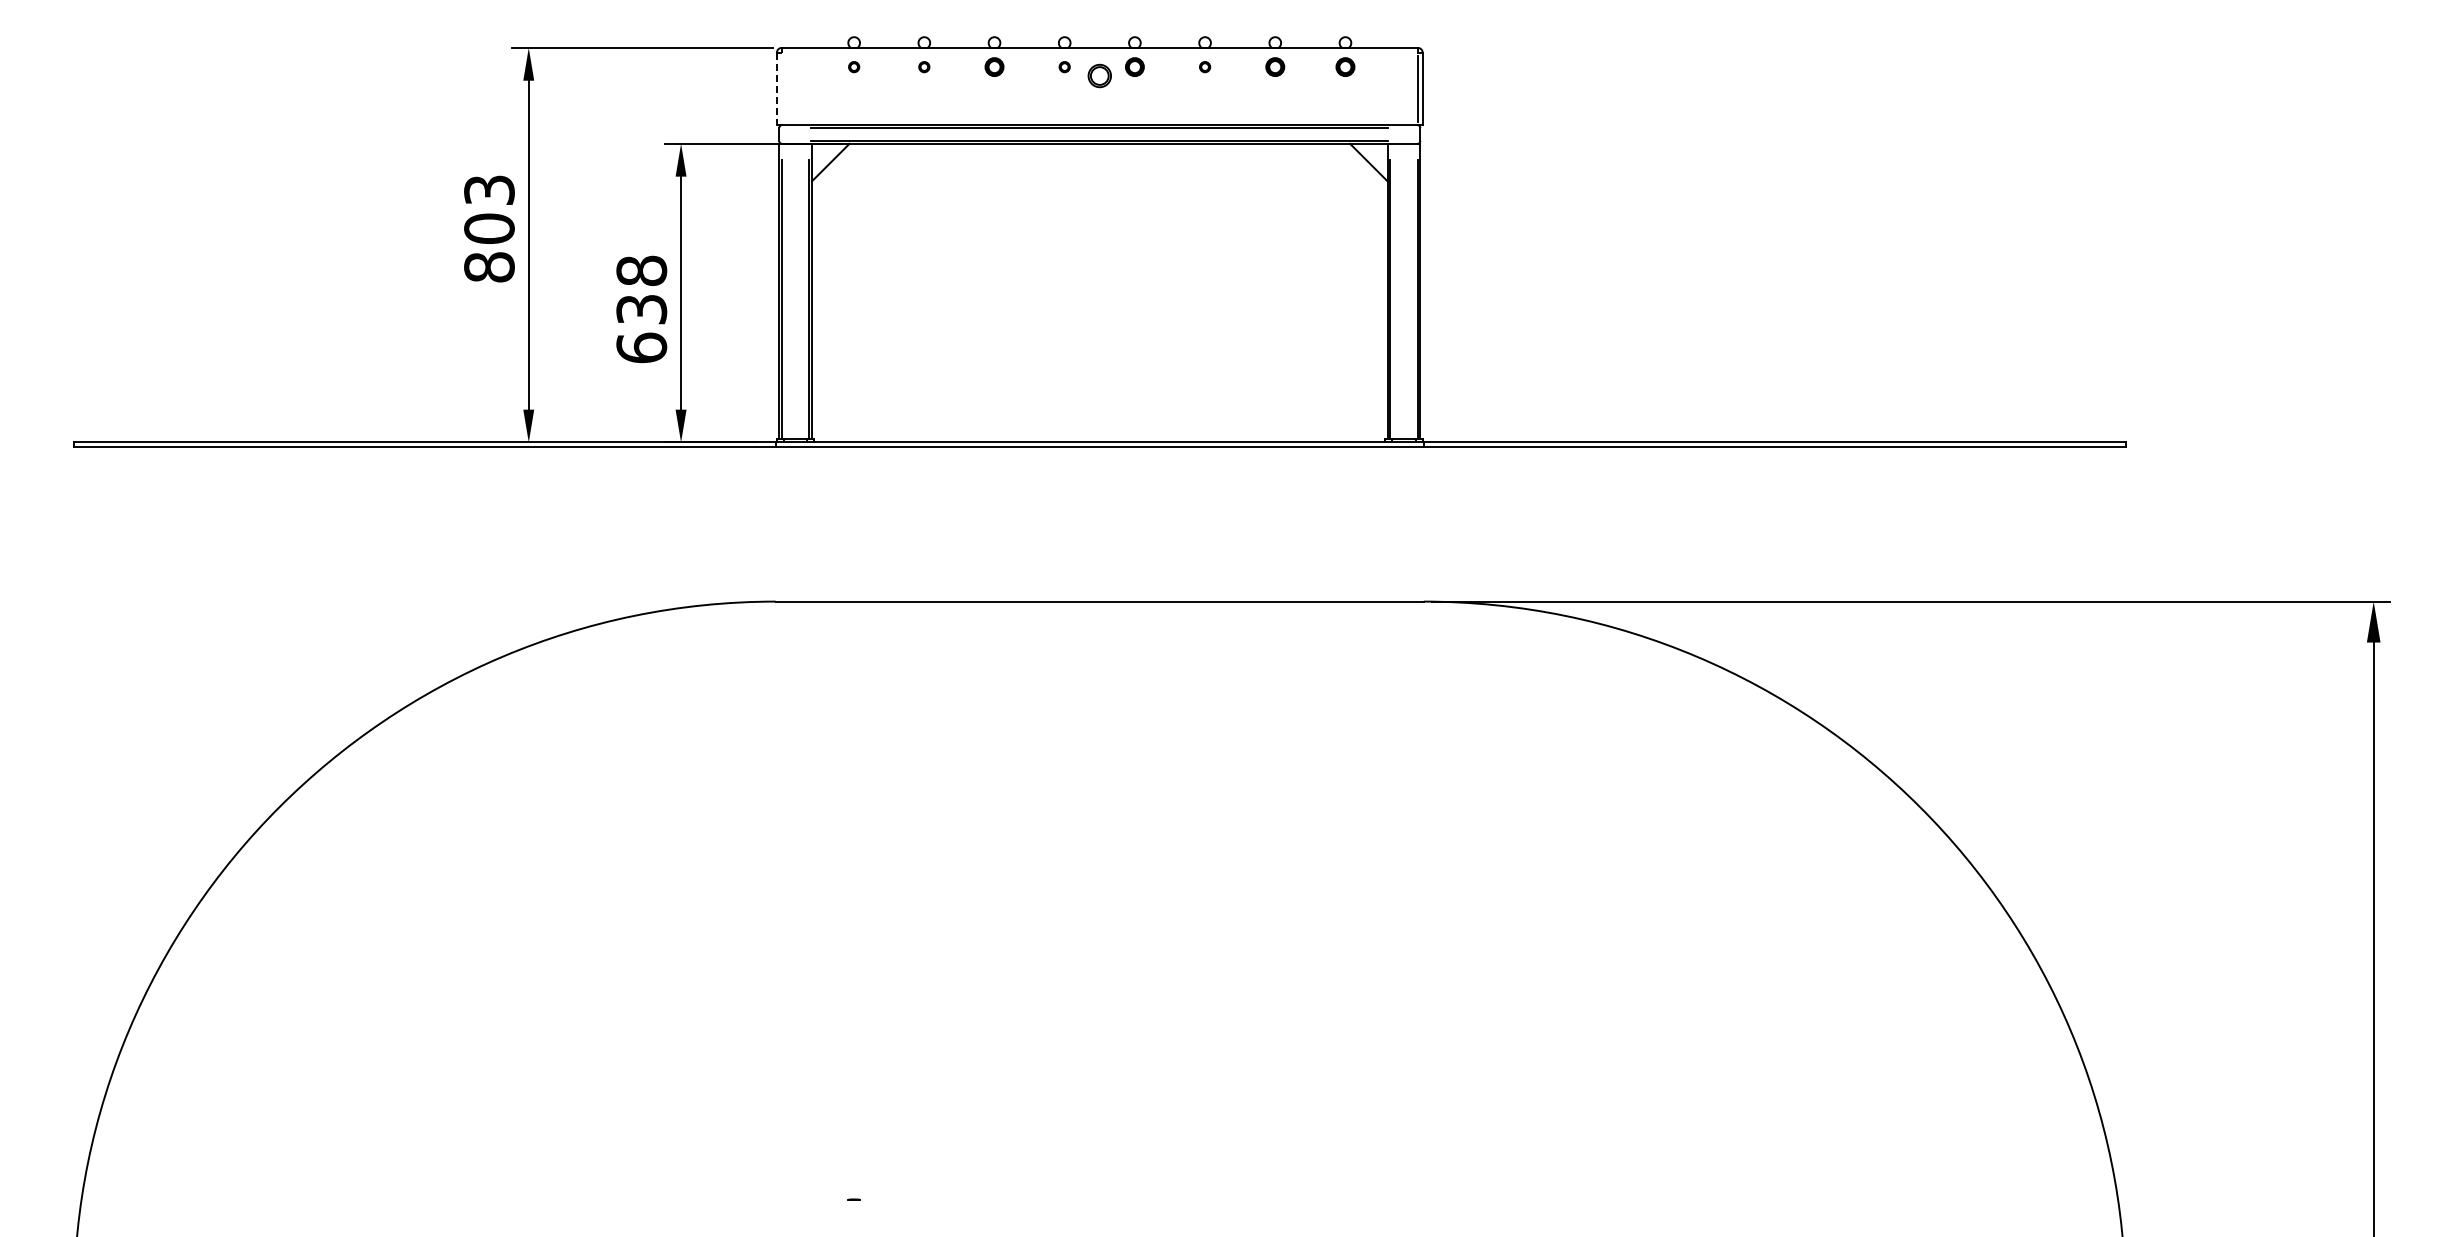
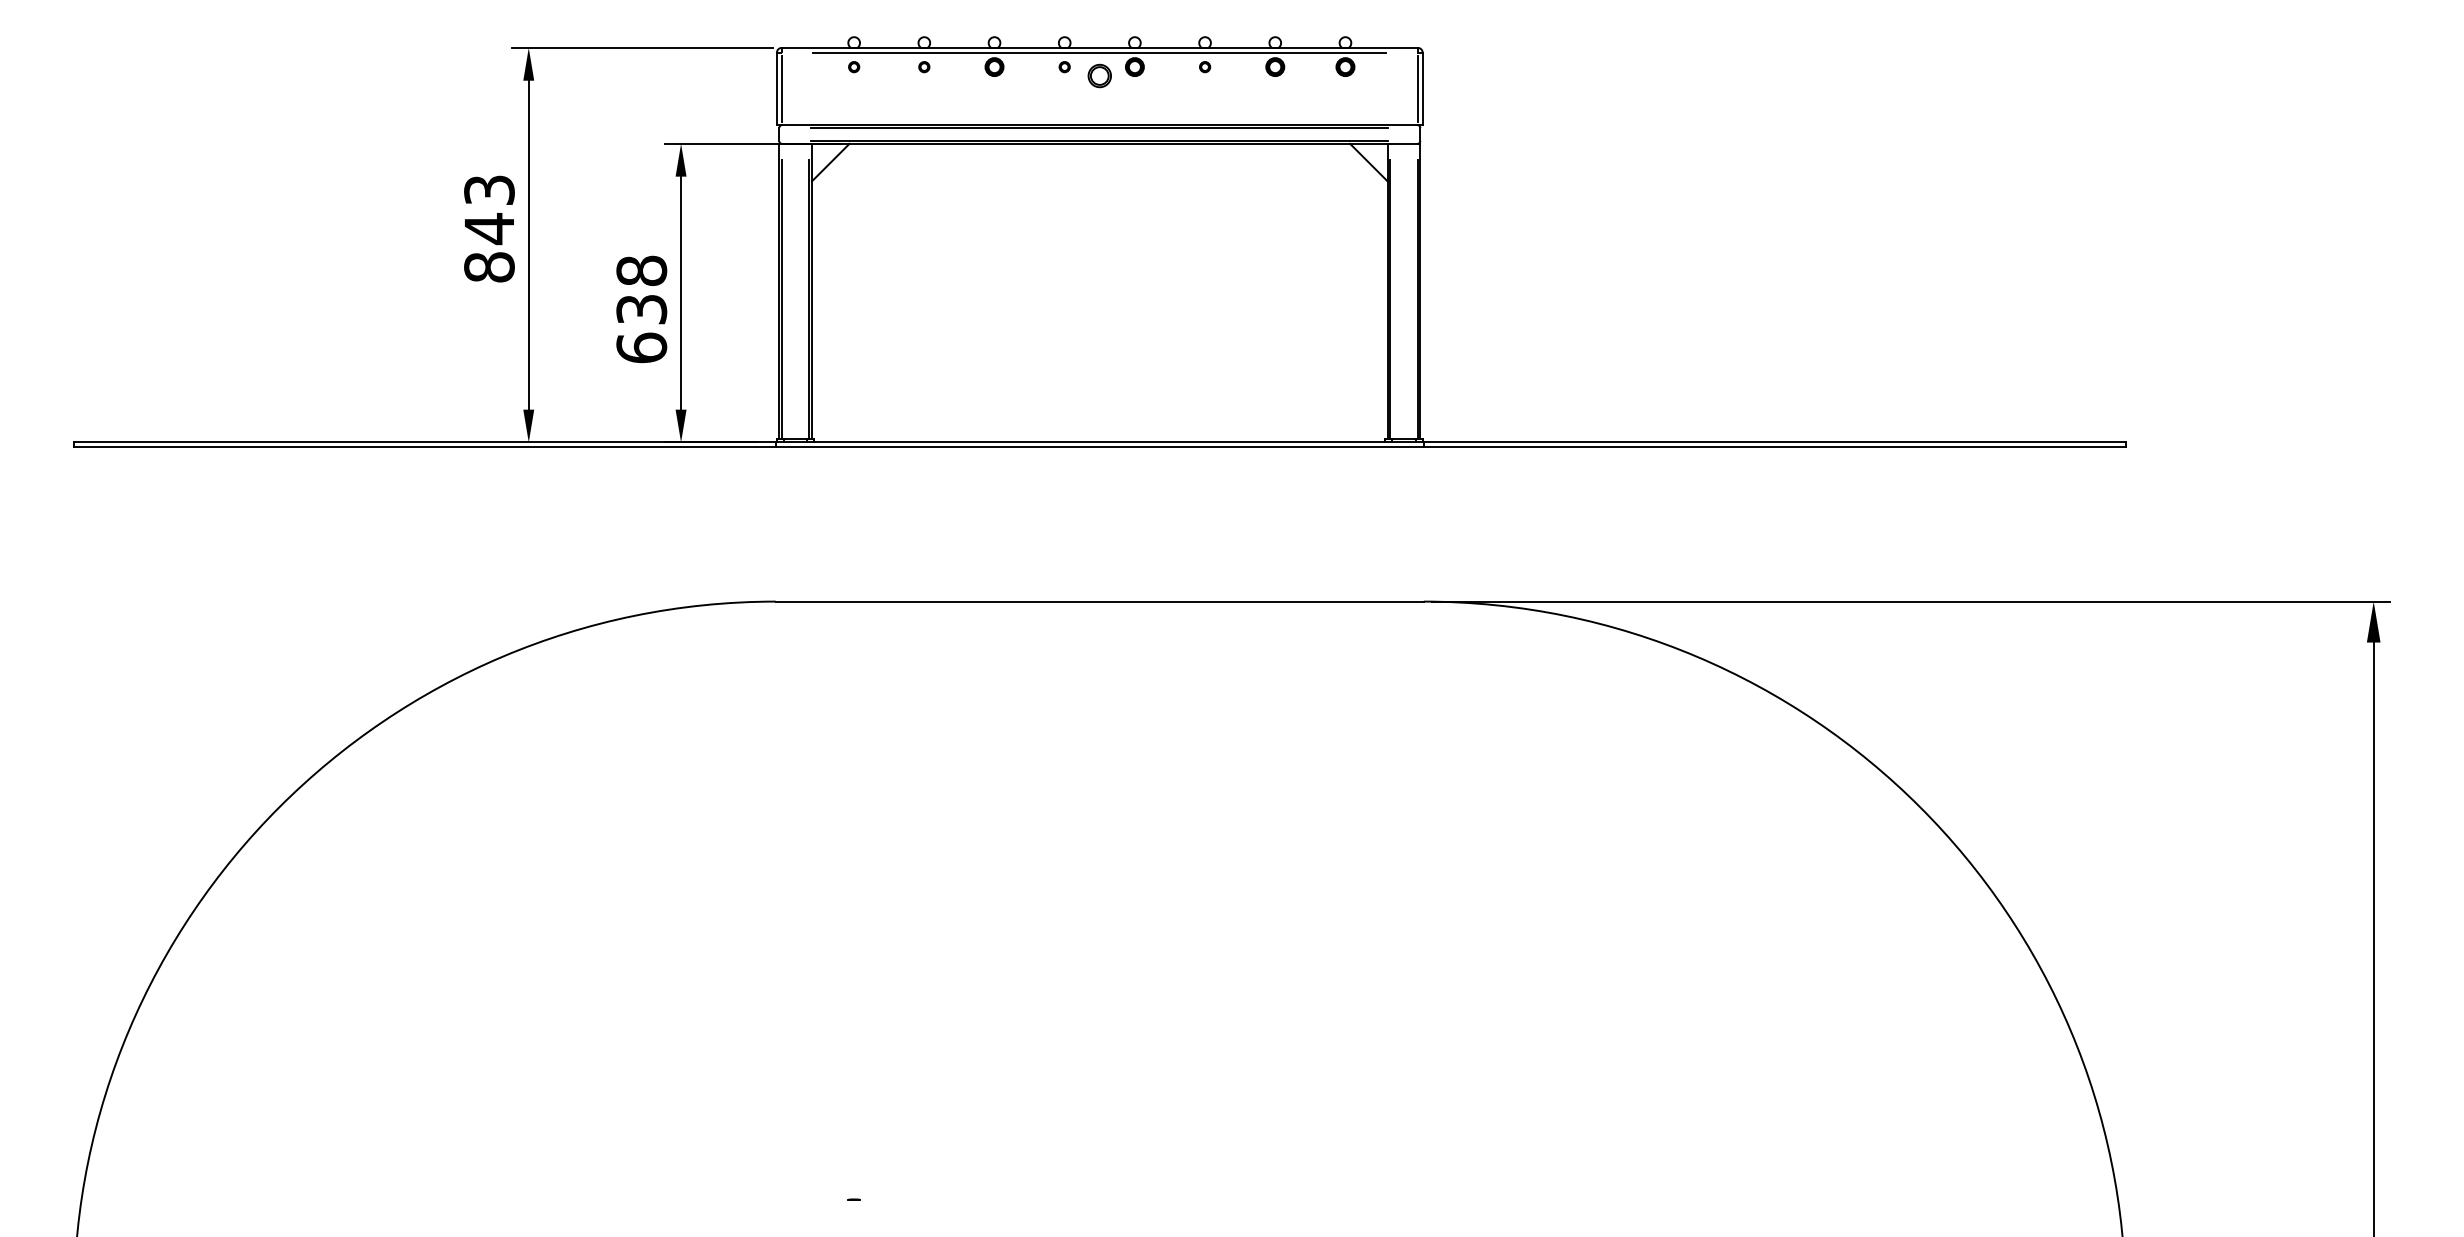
line at (1099, 52): none -> present
line at (781, 88): none -> present
line at (776, 89): dashed -> solid
text at (489, 229): 803 -> 843
